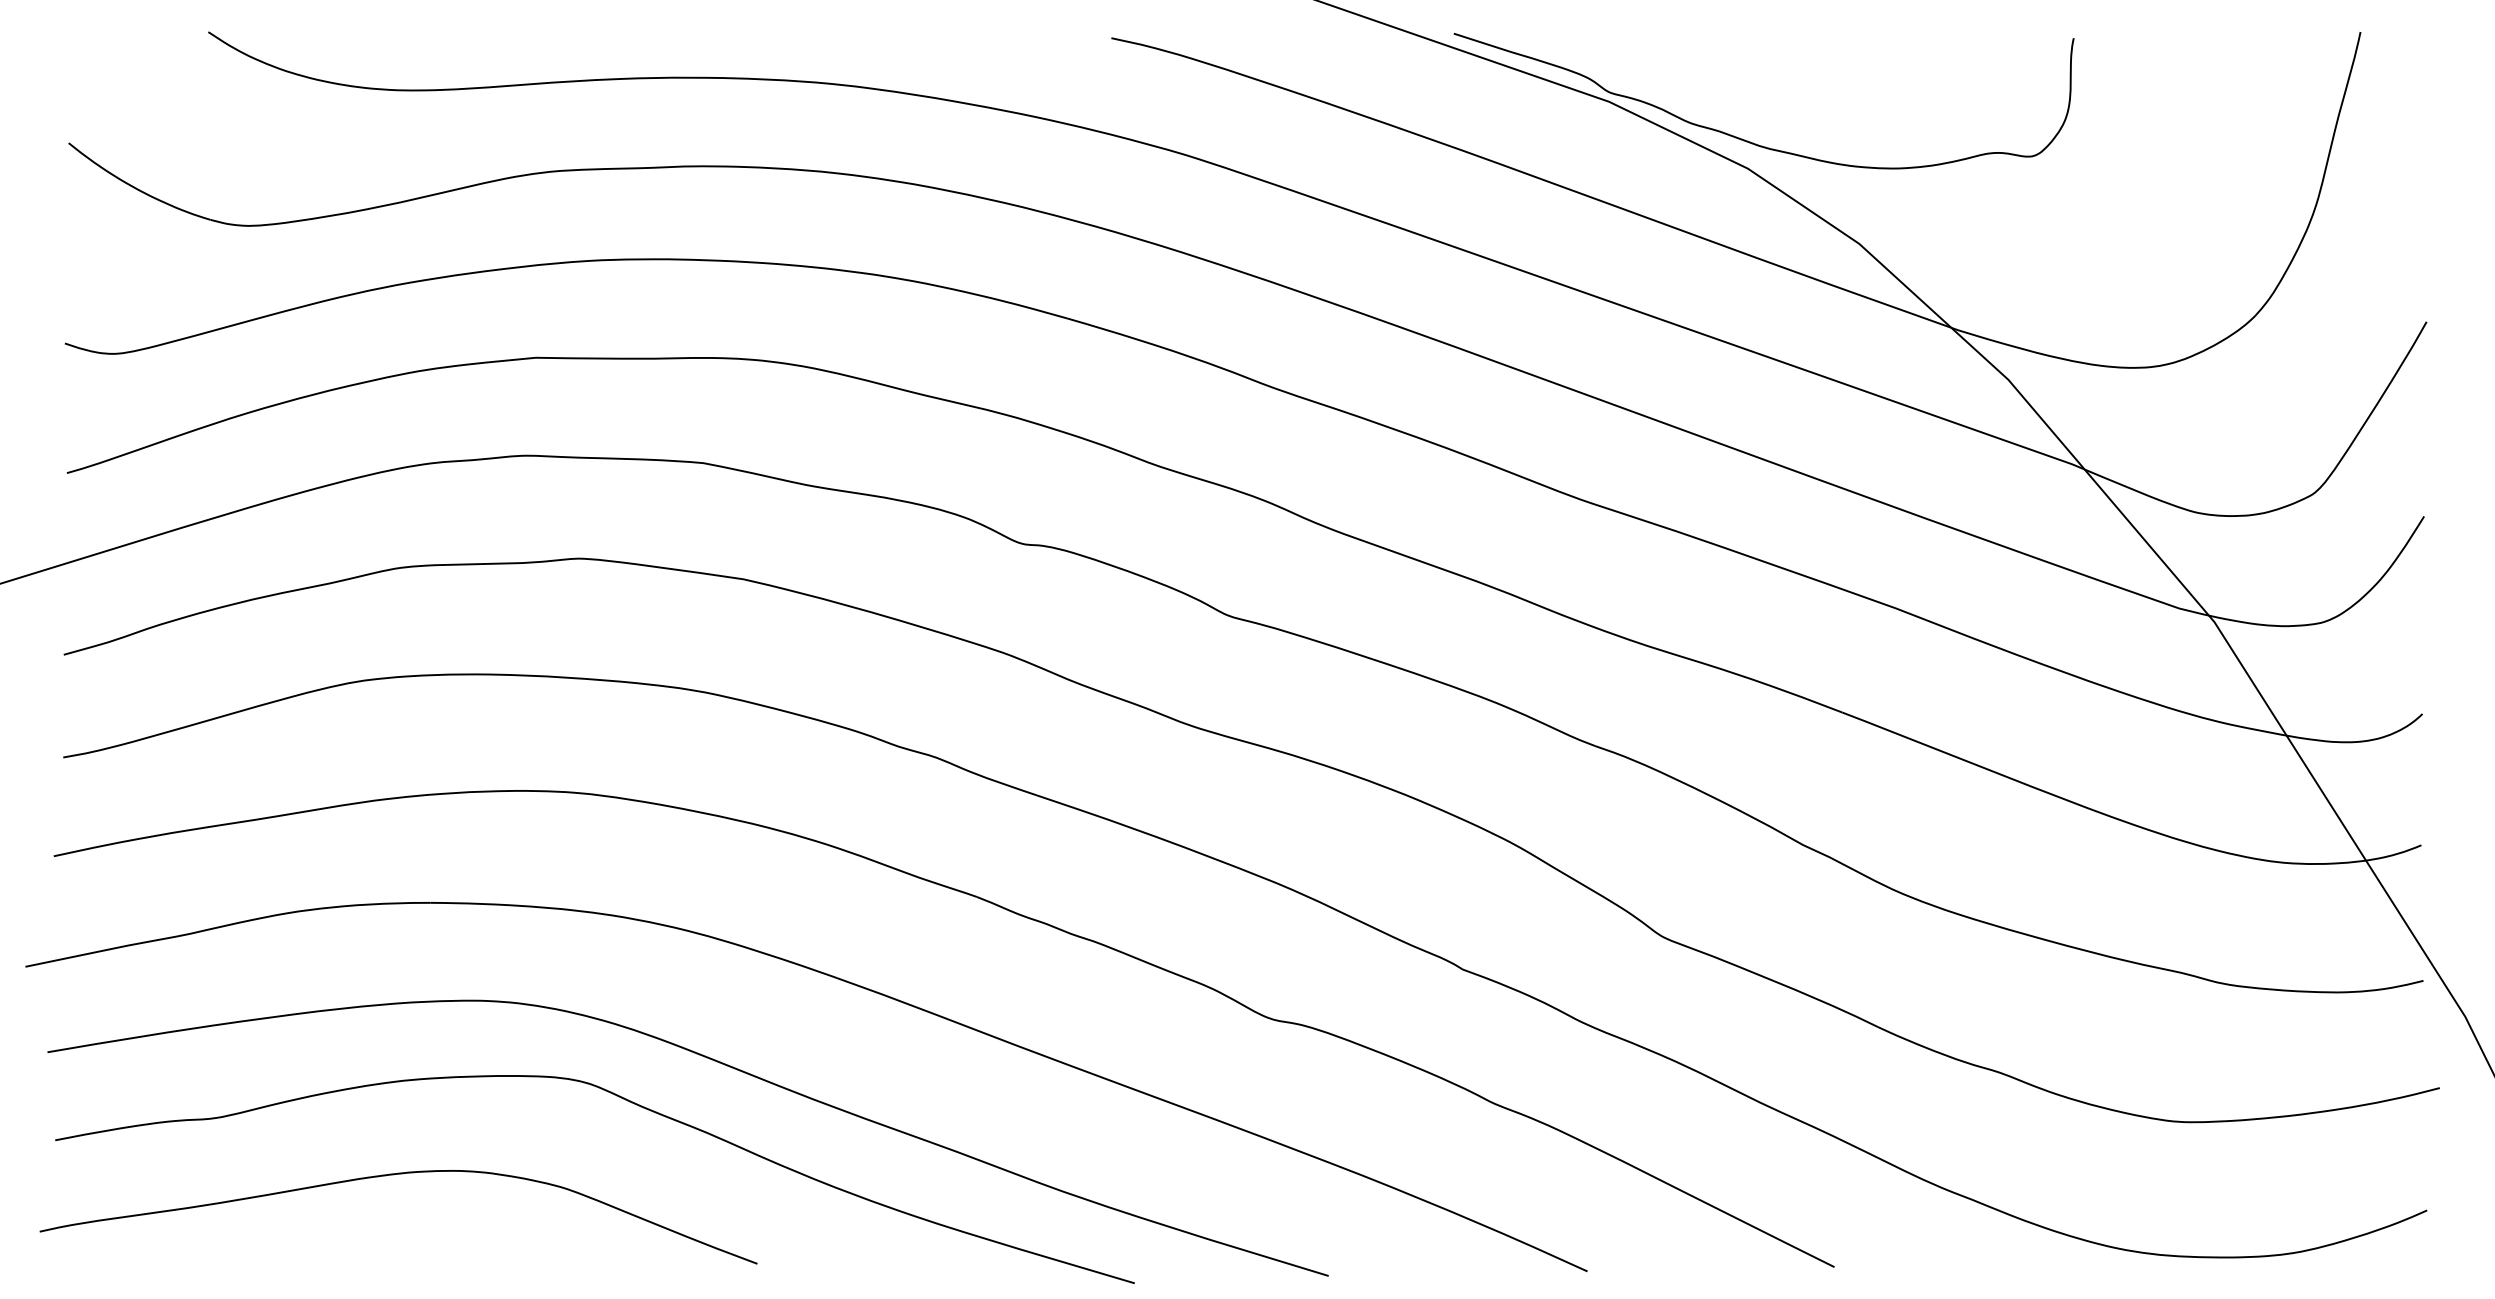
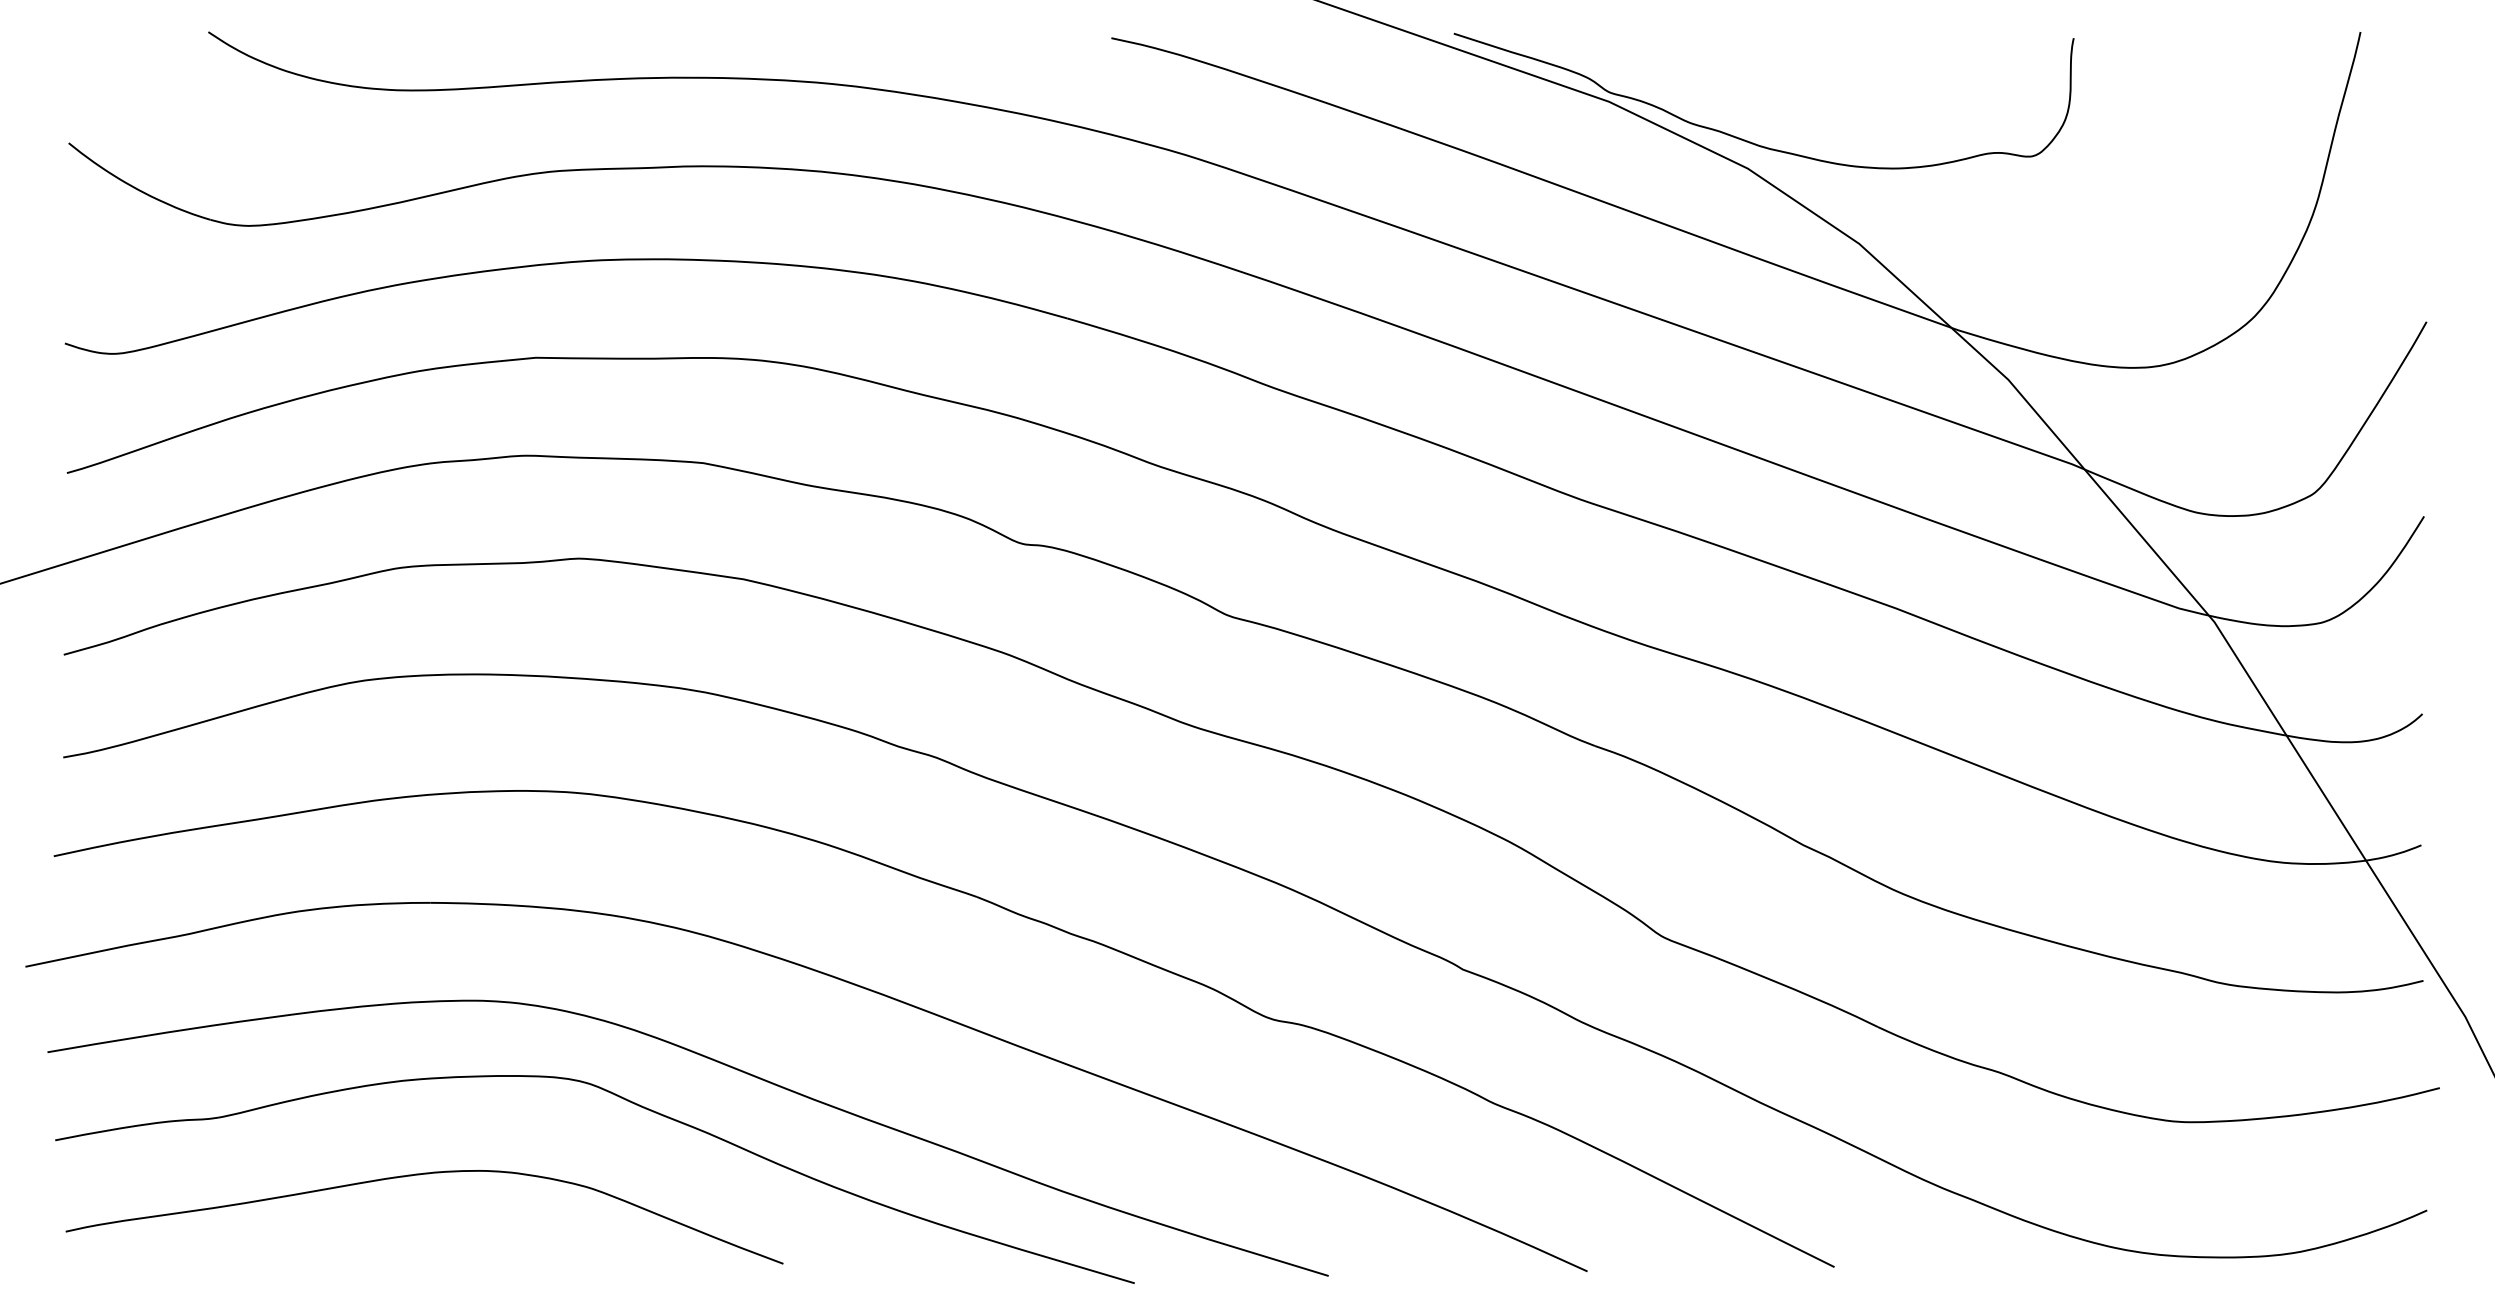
curve at (394, 1175) position: (394, 1175) -> (420, 1175)
